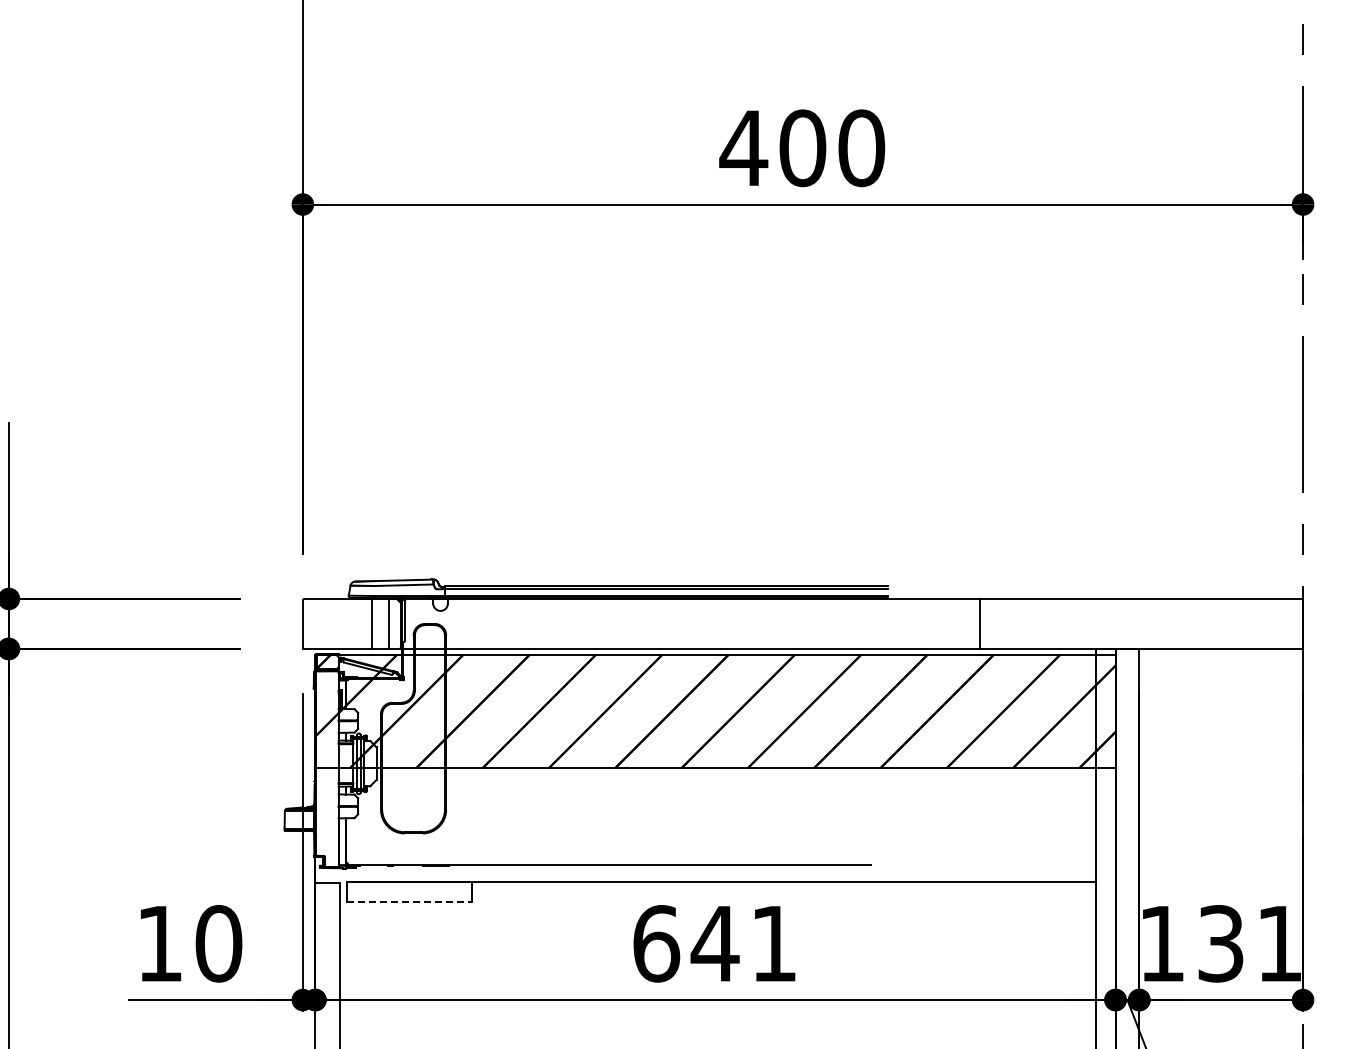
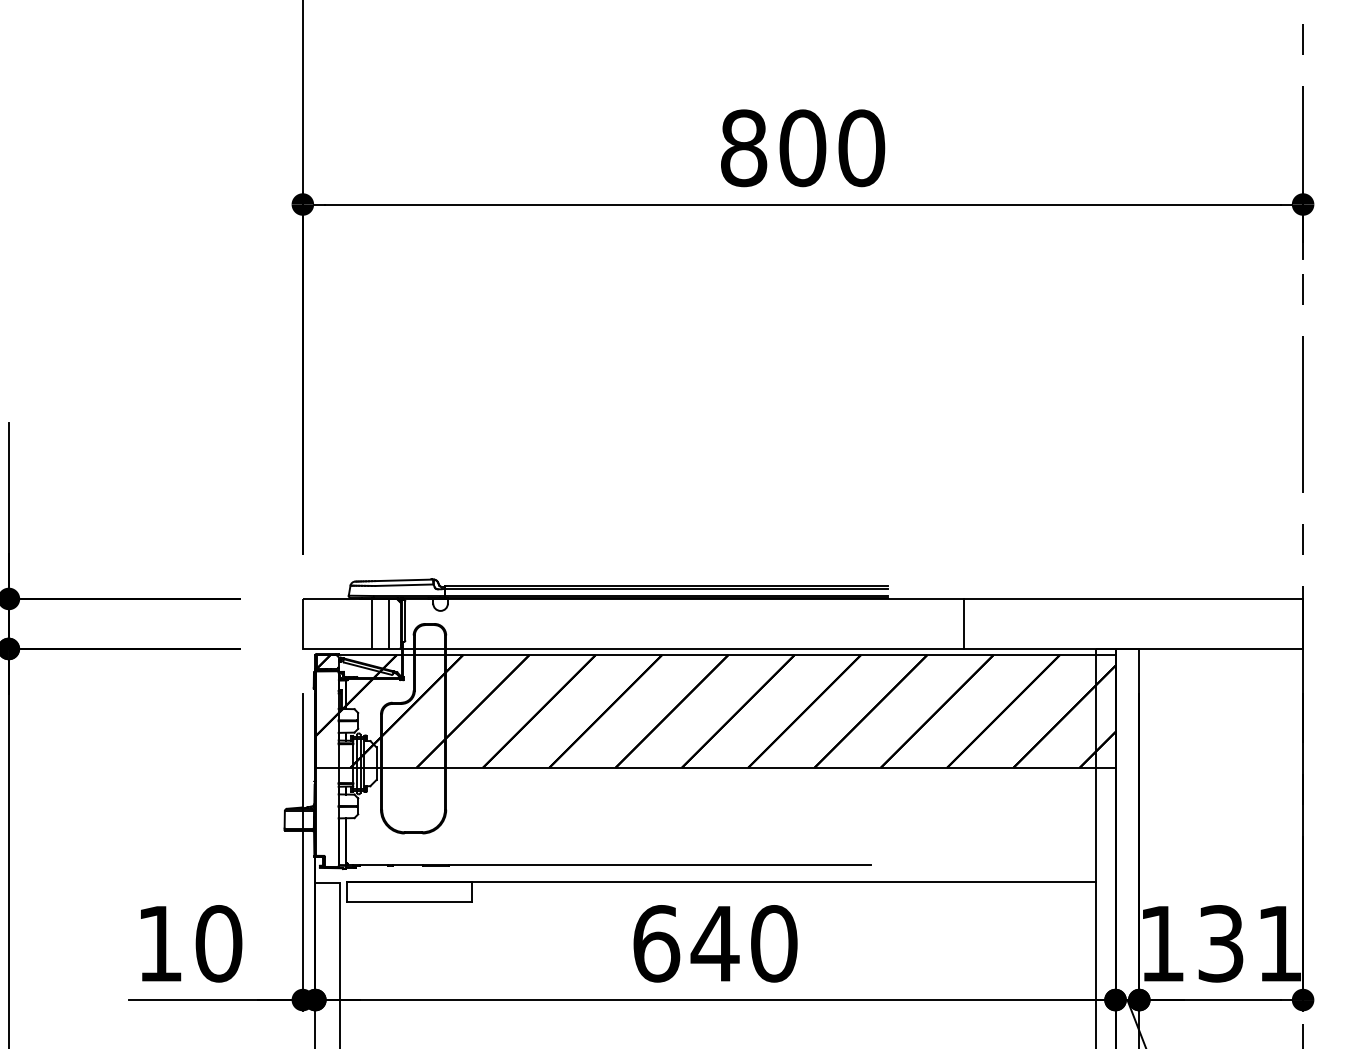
text at (743, 148): 400 -> 800
line at (980, 623) position: (980, 623) -> (964, 623)
line at (409, 901): dashed -> solid
text at (774, 943): 641 -> 640
